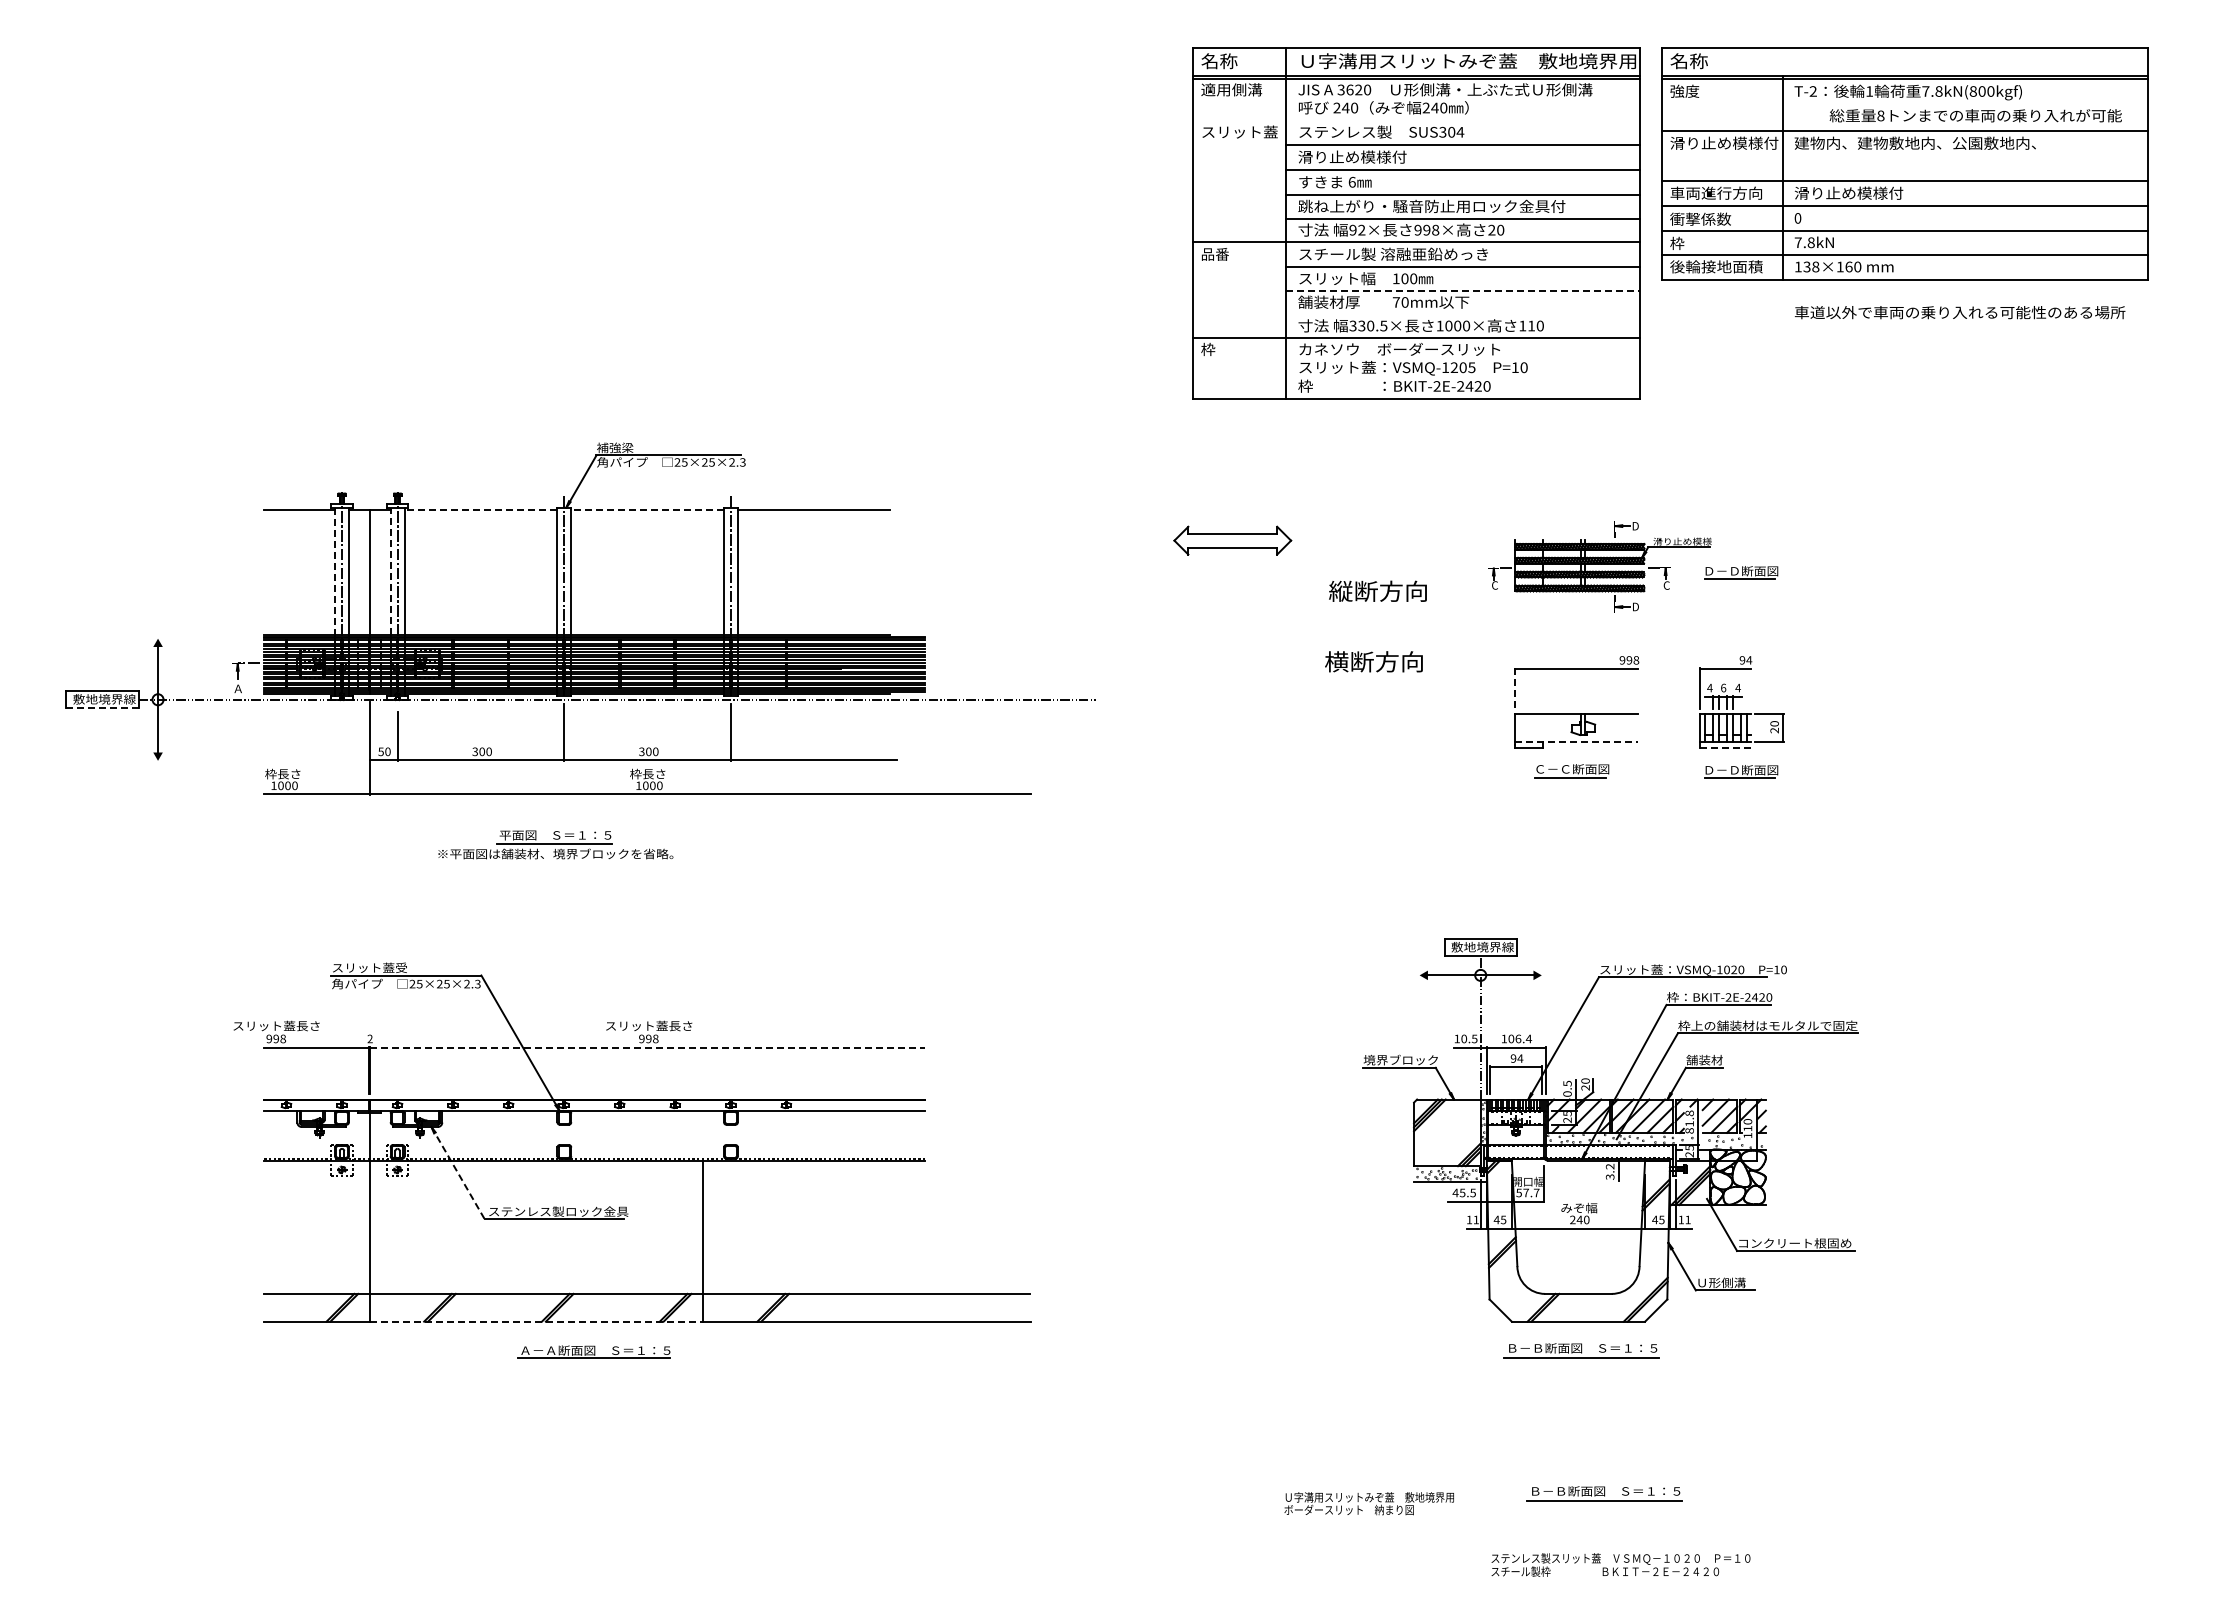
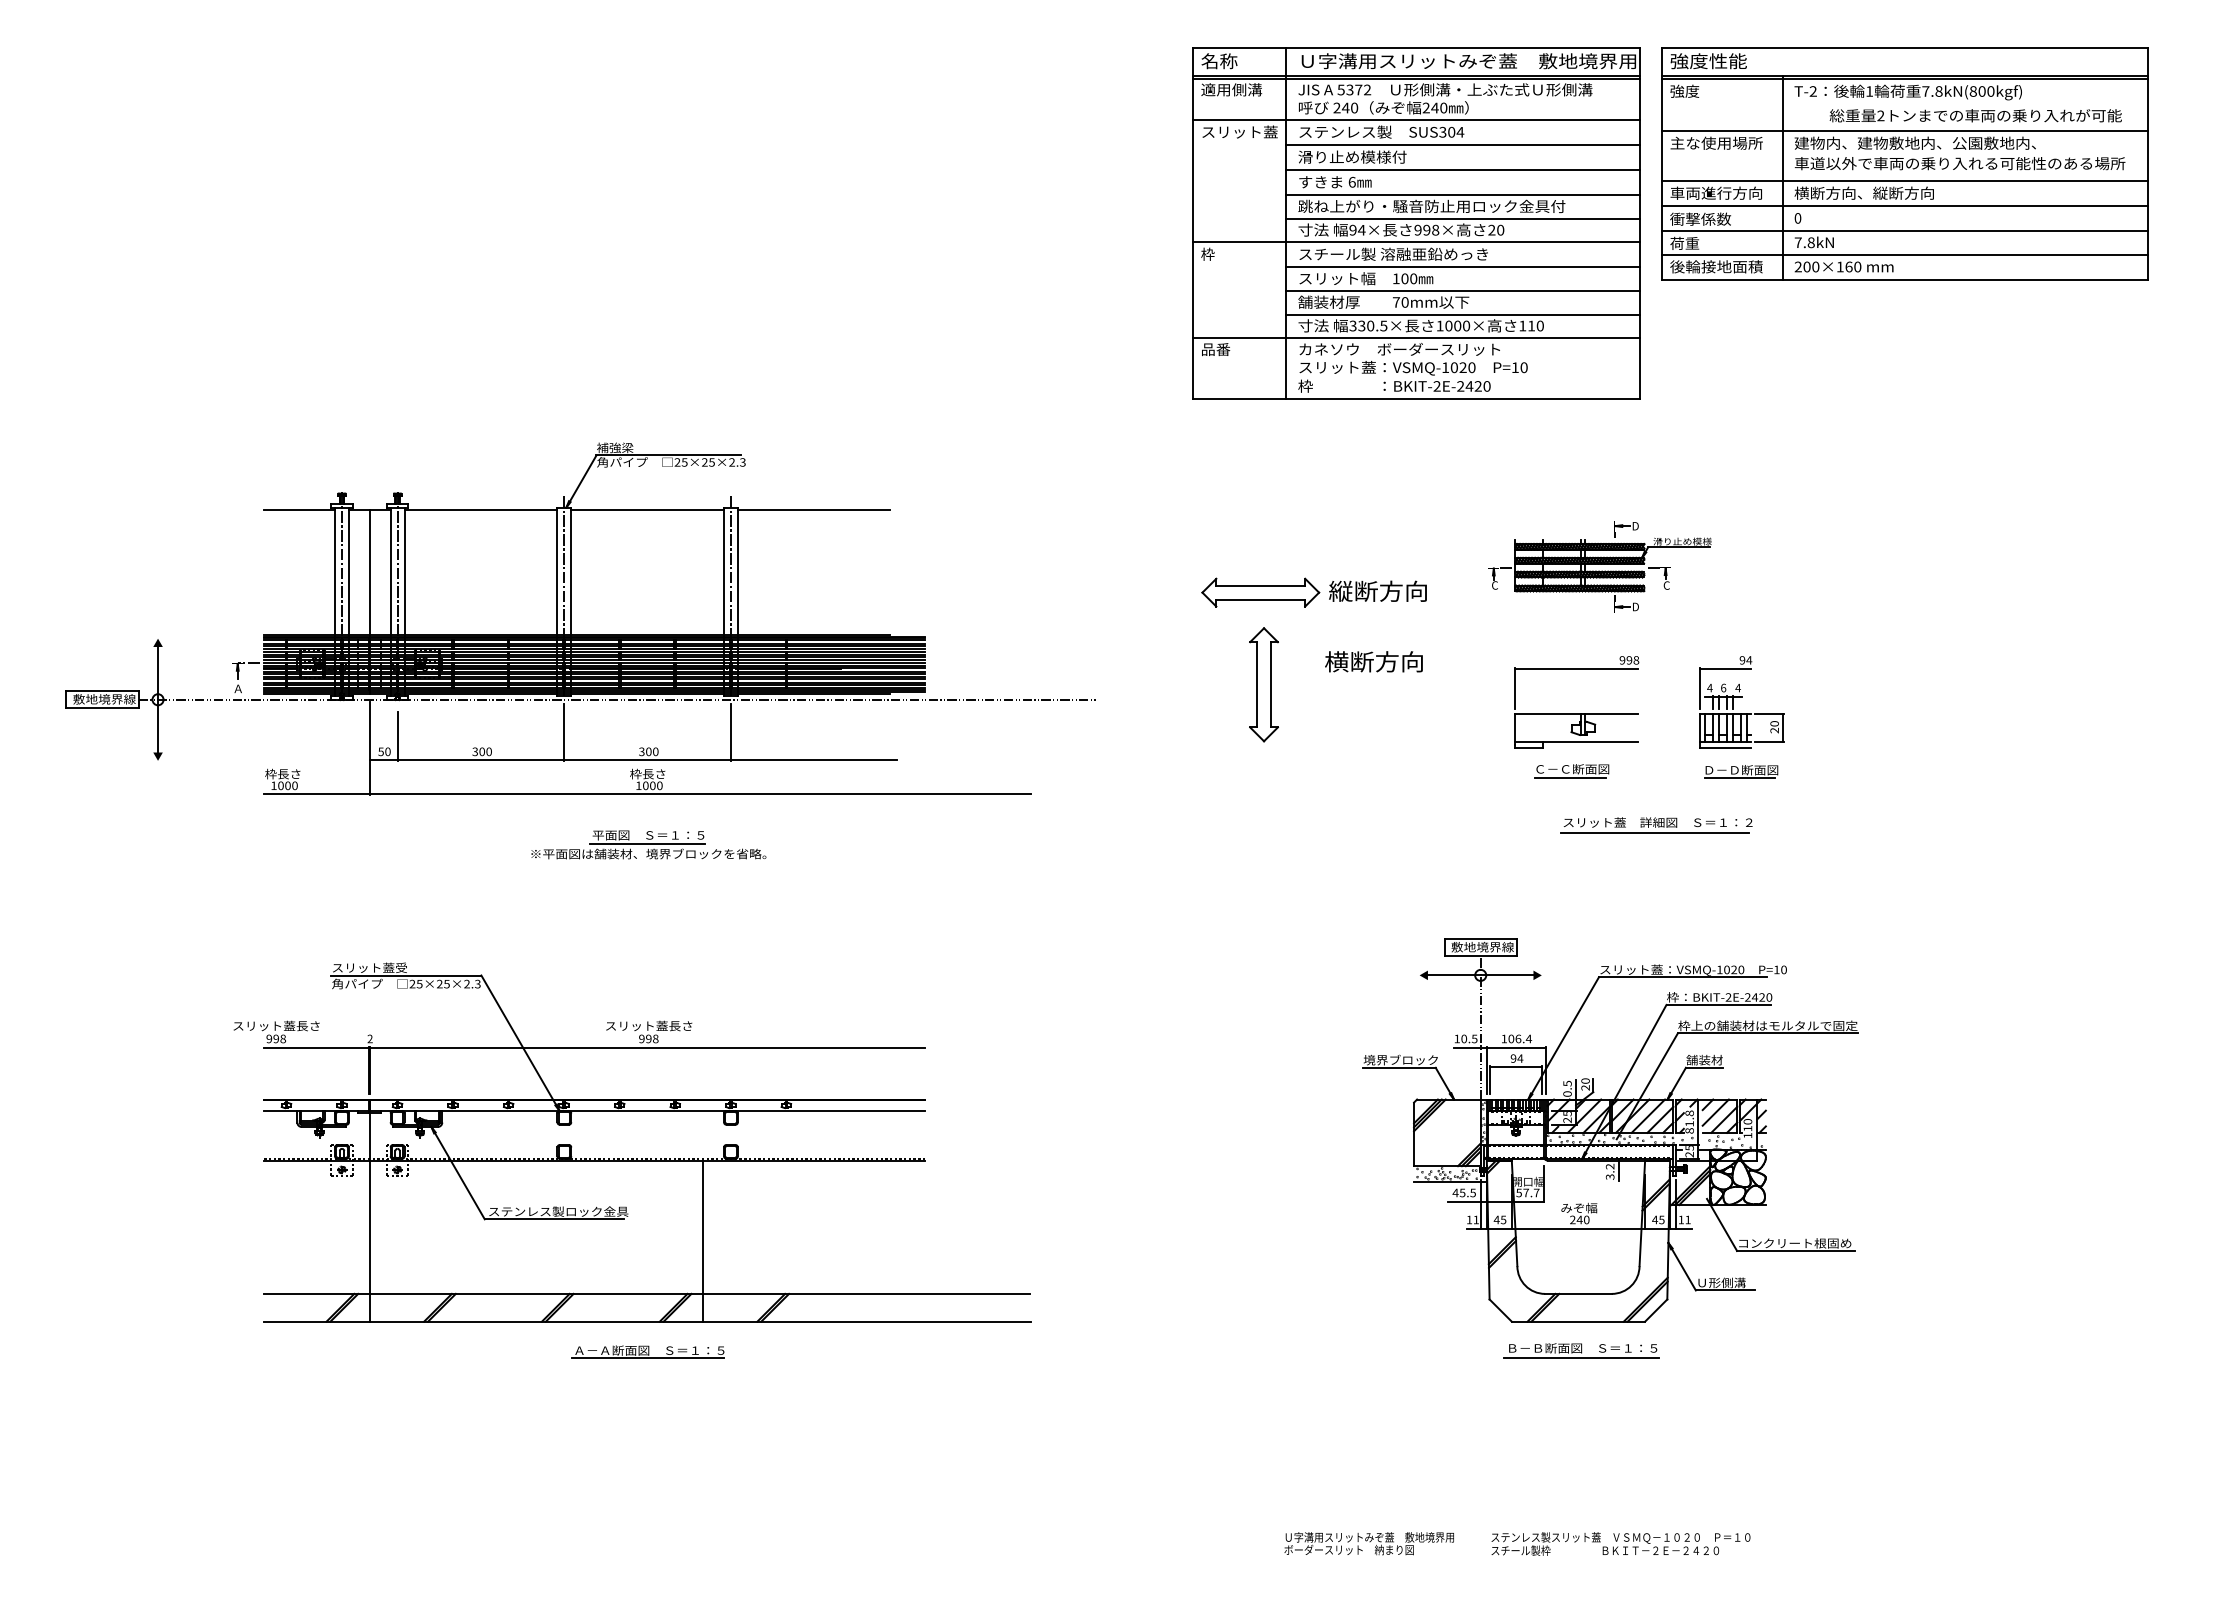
text at (1708, 61): 名称 -> 強度性能
text at (1354, 89): 3620 -> 5372
text at (1880, 115): 8 -> 2
line at (1416, 120): none -> present
text at (1724, 142): 滑り止め模様付 -> 主な使用場所
text at (1863, 192): 滑り止め模様付 -> 横断方向、縦断方向
text at (1361, 229): 92× -> 94×
text at (1684, 242): 枠 -> 荷重
text at (1214, 253): 品番 -> 枠
text at (1806, 266): 138×160 -> 200×160
line at (1463, 290): dashed -> solid
text at (1959, 312) position: (1959, 312) -> (1959, 163)
line at (1463, 314): none -> present
text at (1215, 349): 枠 -> 品番
text at (1462, 367): VSMQ-1205 -> VSMQ-1020
line at (480, 510): dashed -> solid
line at (647, 510): dashed -> solid
part at (1232, 540) position: (1232, 540) -> (1260, 592)
line at (335, 571): dashed -> solid
line at (390, 571): dashed -> solid
part at (1741, 572): present -> none
part at (1263, 684): none -> present
line at (1515, 688): dashed -> solid
line at (102, 708): dashed -> solid
line at (1577, 741): dashed -> solid
line at (1725, 747): dashed -> solid
part at (1656, 825): none -> present
part at (555, 844) position: (555, 844) -> (648, 844)
line at (648, 1047): dashed -> solid
line at (458, 1173): dashed -> solid
line at (536, 1321): dashed -> solid
part at (593, 1351) position: (593, 1351) -> (647, 1351)
part at (1604, 1493): present -> none
text at (1368, 1503) position: (1368, 1503) -> (1368, 1543)
text at (1620, 1564) position: (1620, 1564) -> (1620, 1543)
